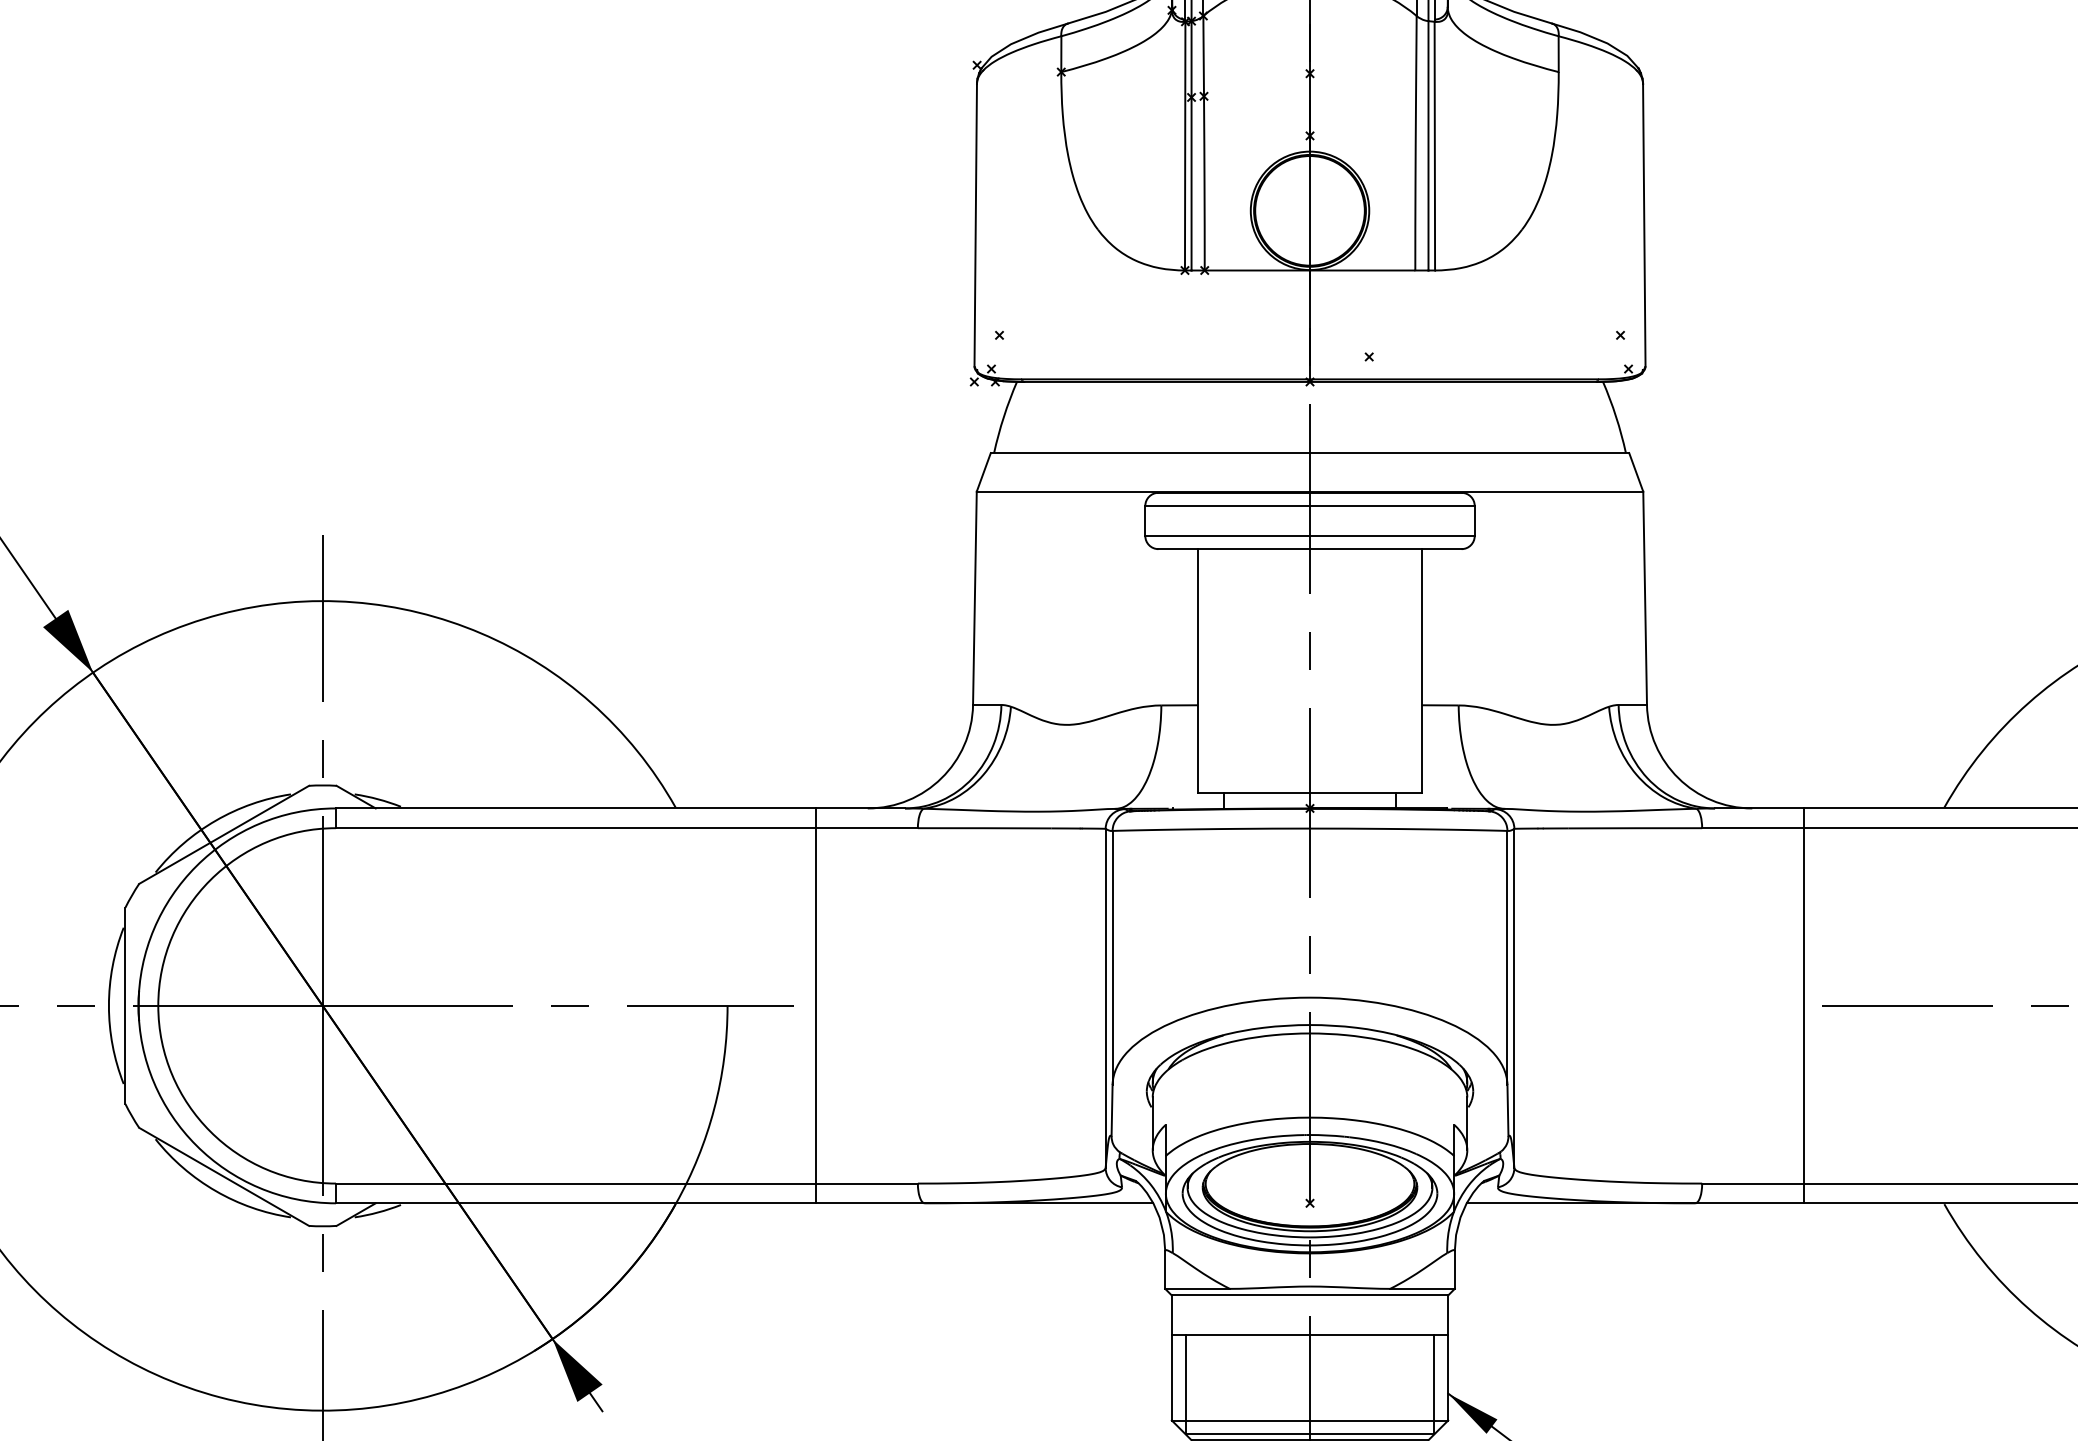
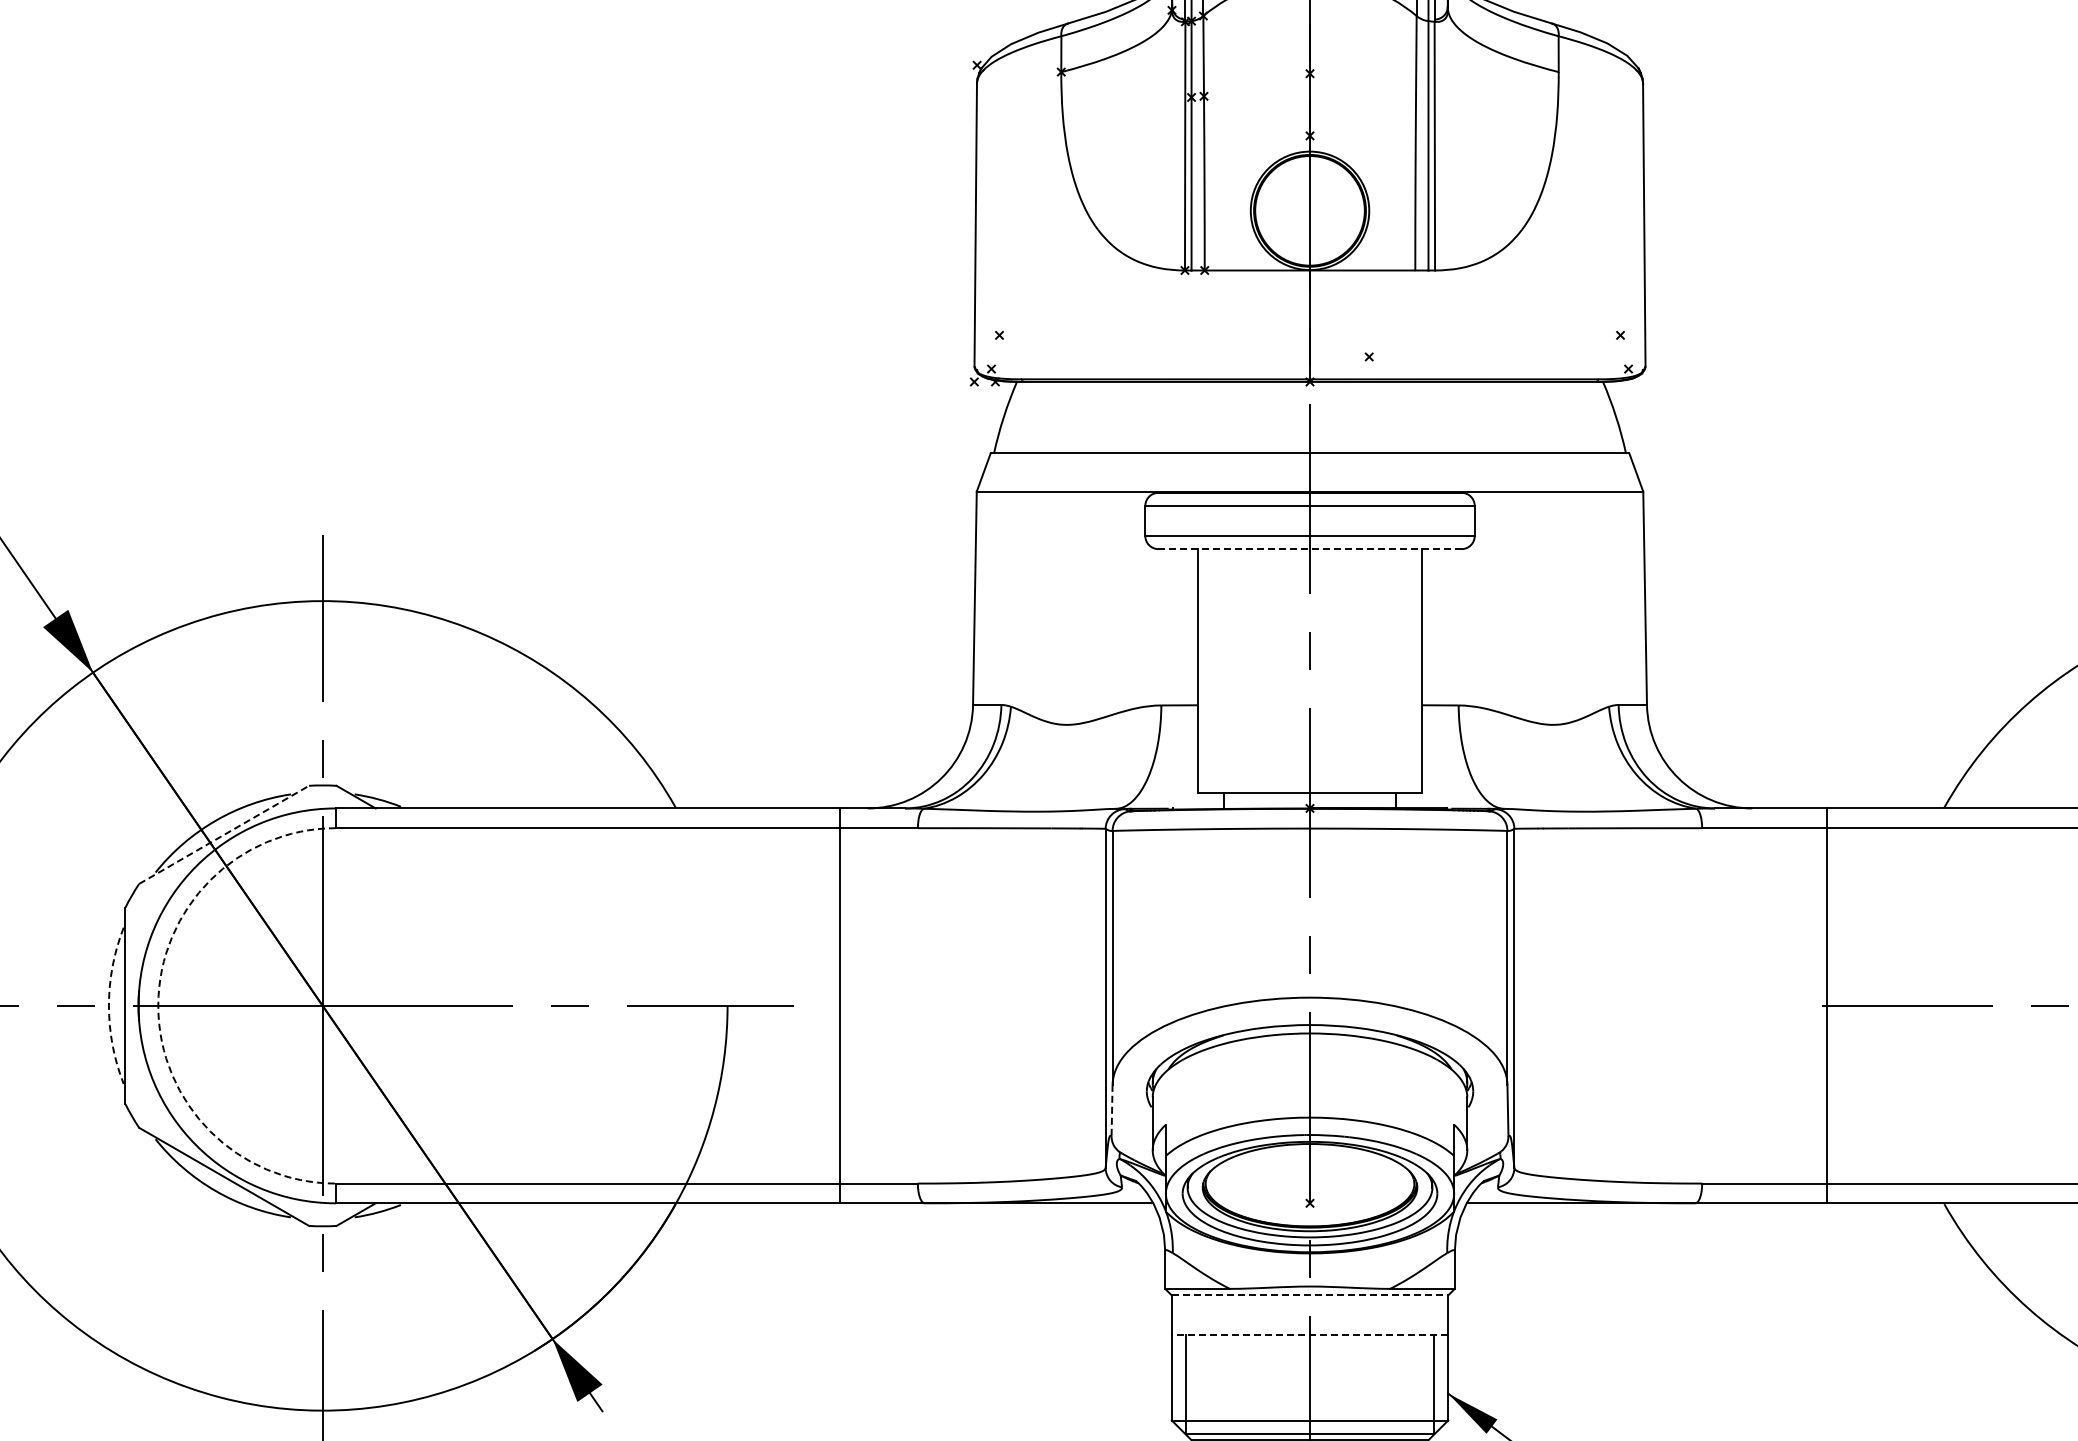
line at (1310, 549): solid -> dashed
line at (224, 834): solid -> dashed
arc at (108, 1005): solid -> dashed
arc at (158, 1005): solid -> dashed
line at (816, 1005) position: (816, 1005) -> (840, 1005)
line at (1803, 1005) position: (1803, 1005) -> (1826, 1005)
line at (1112, 1110): solid -> dashed
line at (1310, 1295): solid -> dashed
line at (1309, 1334): solid -> dashed
